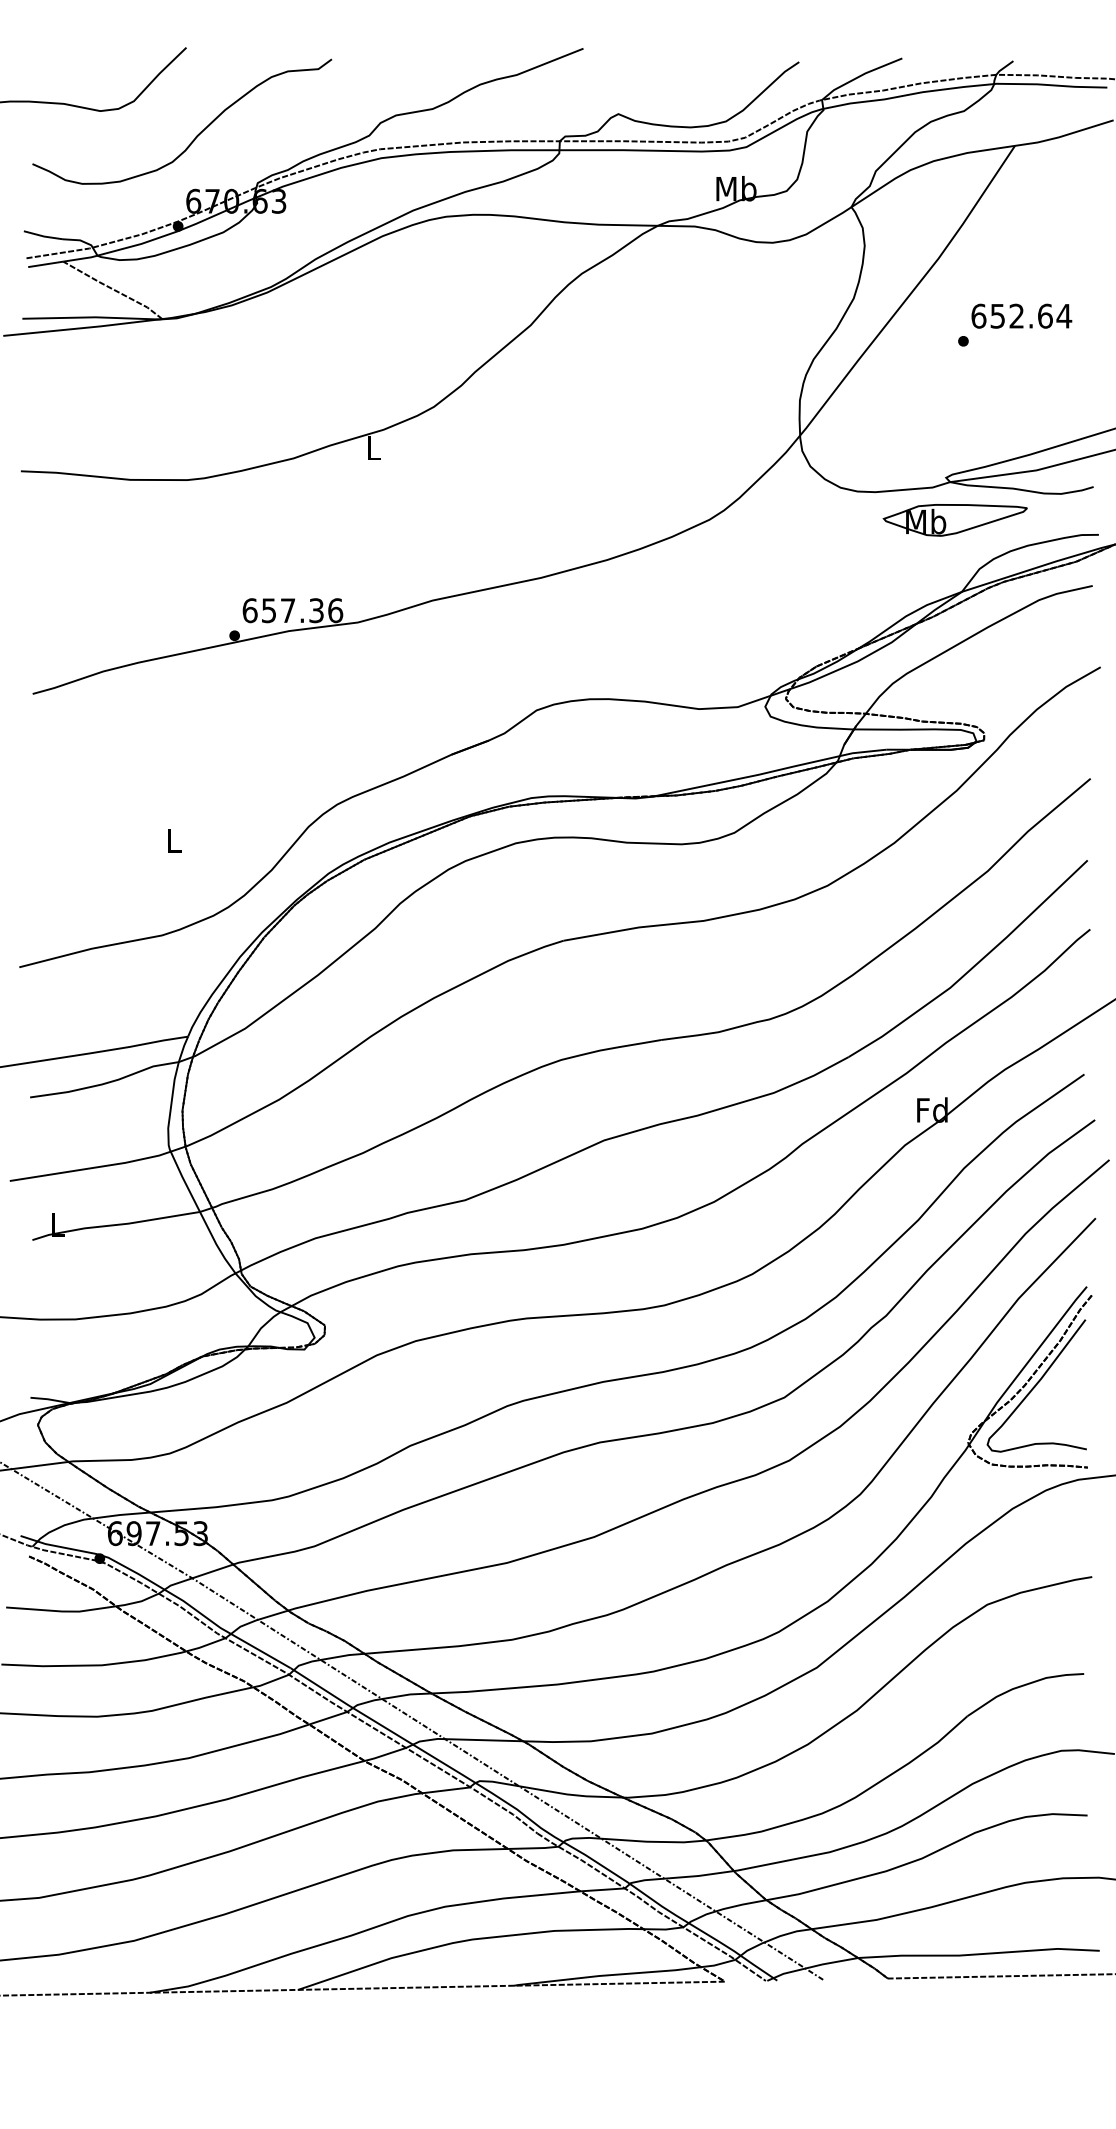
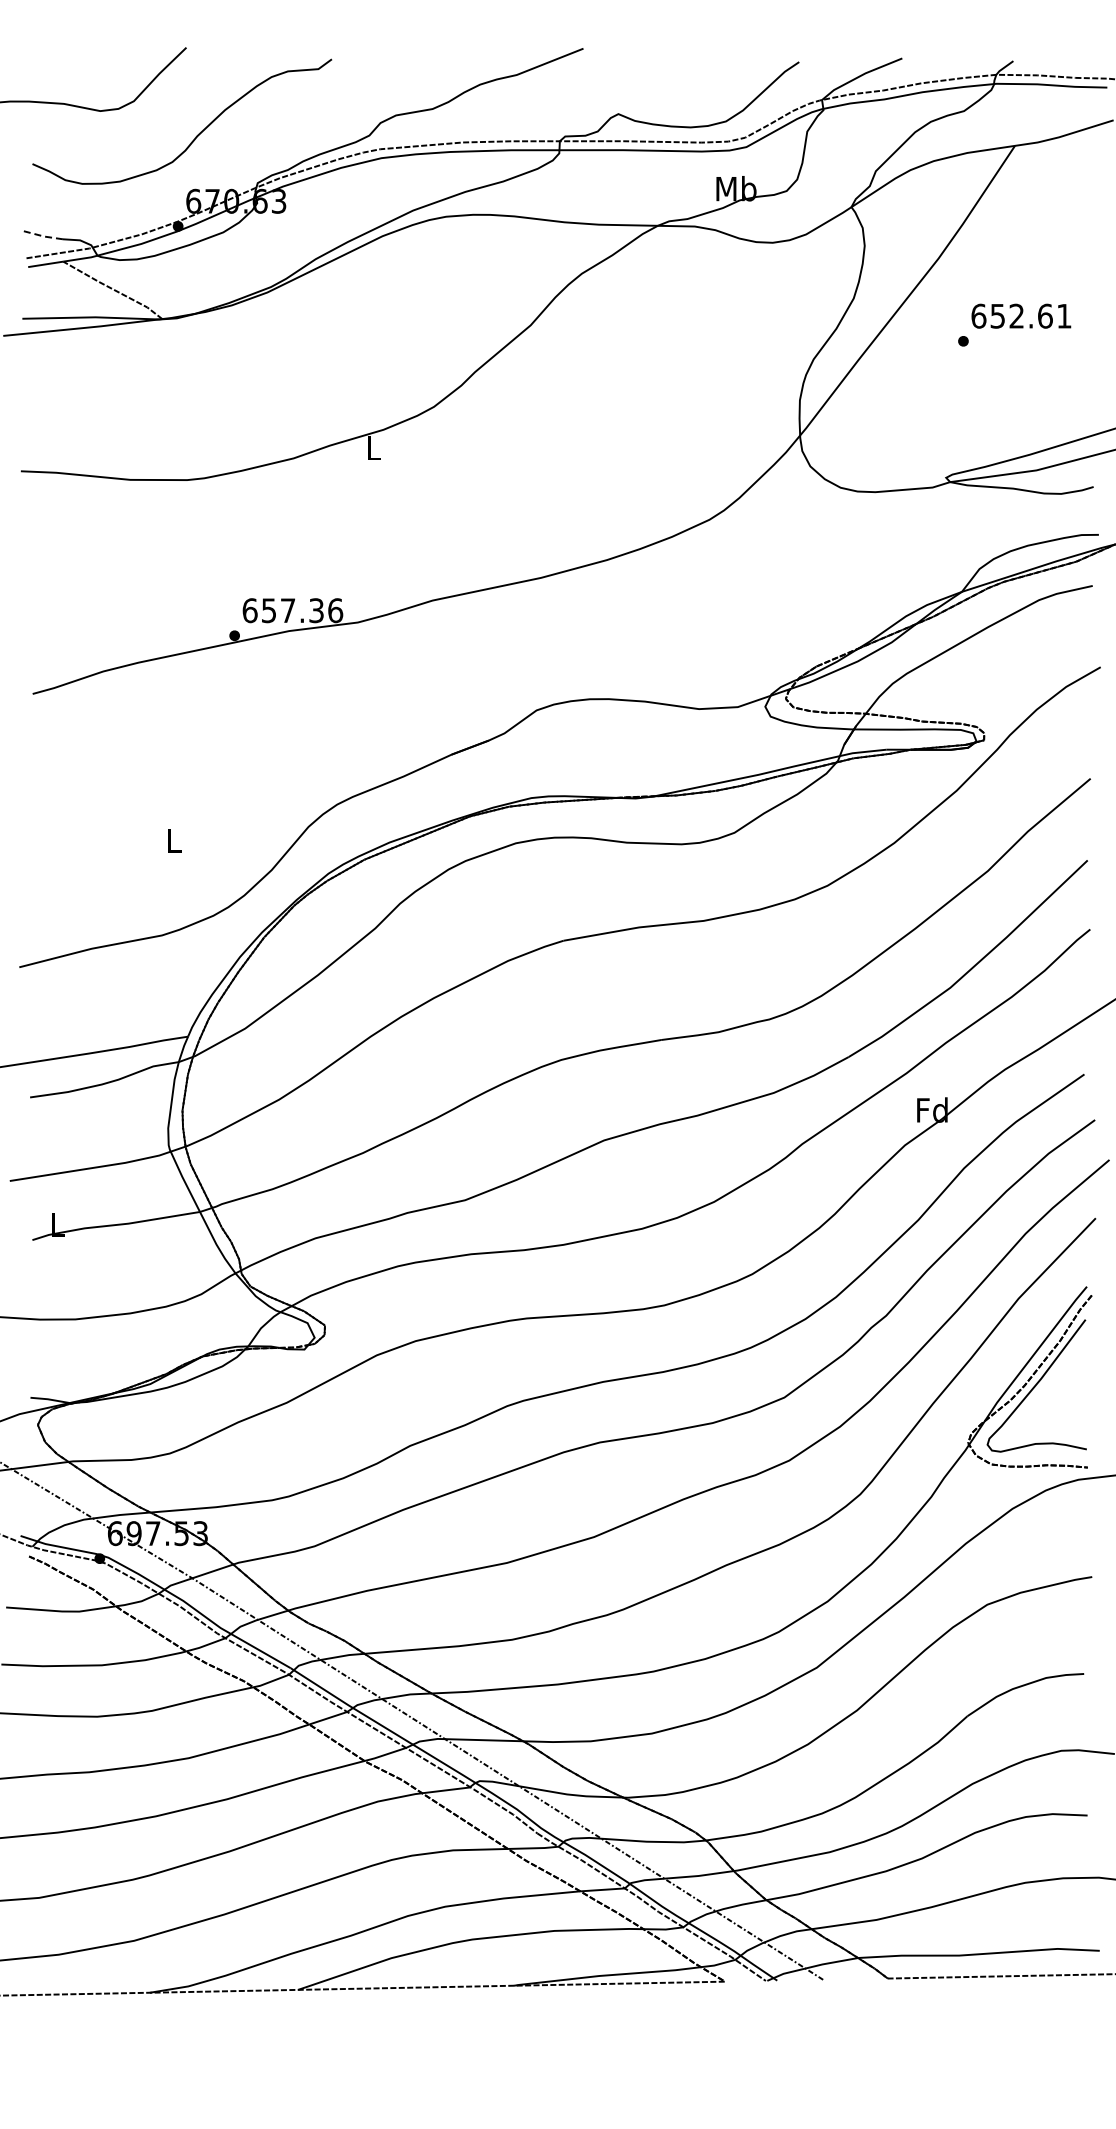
line at (43, 236): solid -> dashed
text at (1064, 316): 652.64 -> 652.61
part at (954, 520): present -> none
